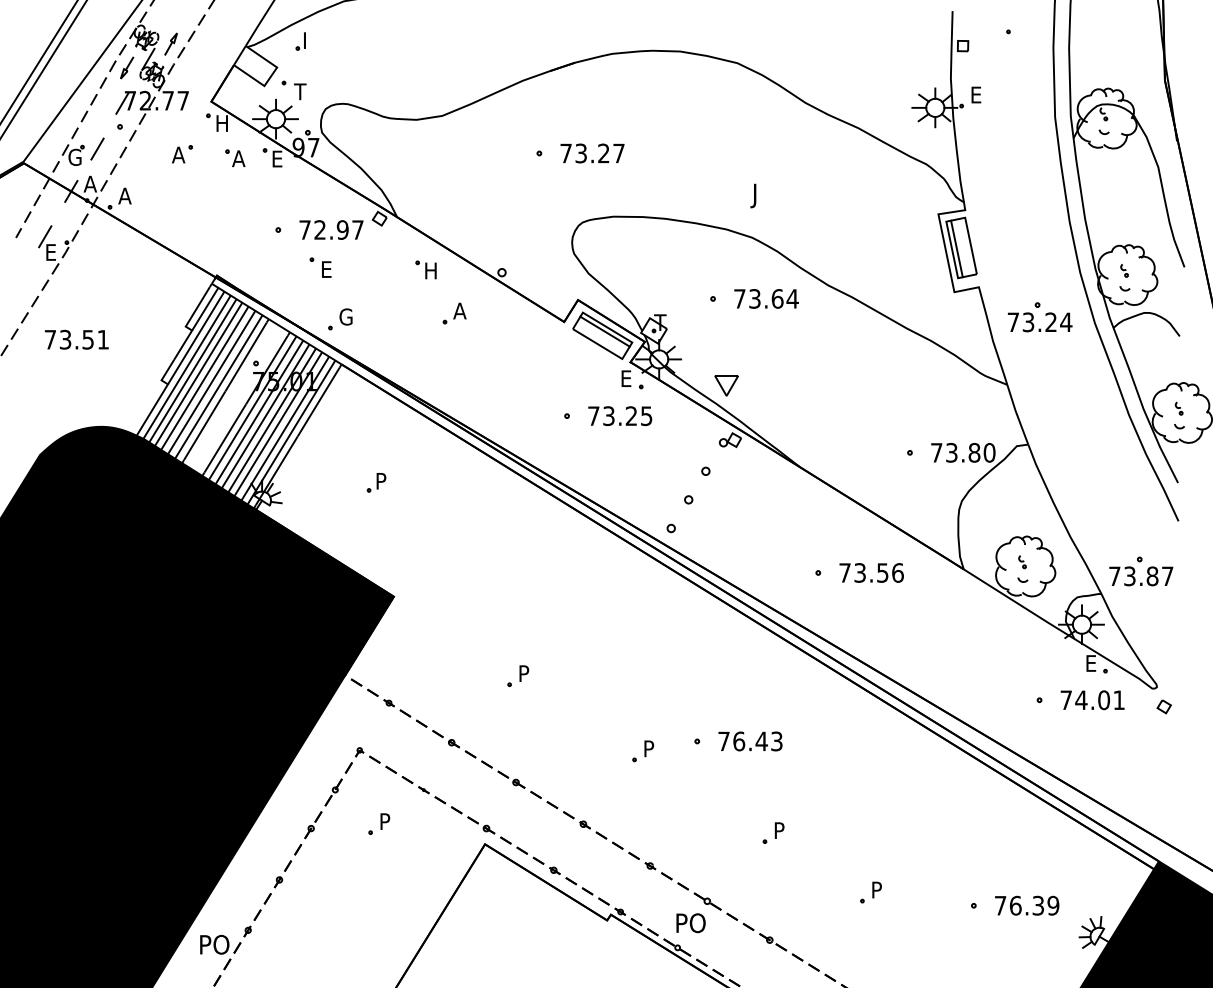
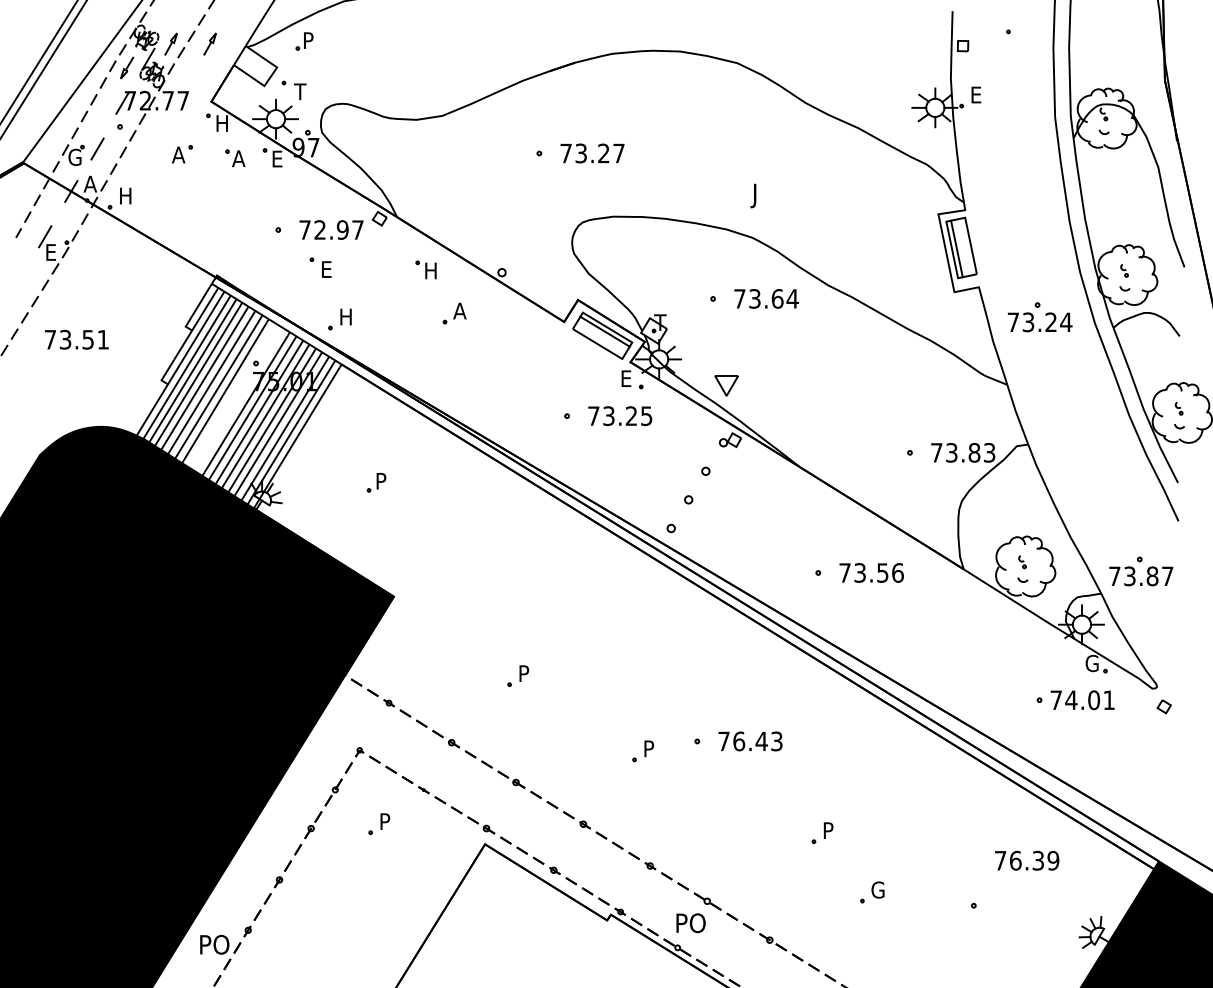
text at (309, 37): I -> P
part at (209, 43): none -> present
text at (124, 195): A -> H
text at (345, 316): G -> H
text at (989, 452): 73.80 -> 73.83
text at (1091, 663): E -> G
text at (1092, 700) position: (1092, 700) -> (1082, 700)
part at (773, 832) position: (773, 832) -> (822, 832)
text at (877, 889): P -> G
text at (1027, 905) position: (1027, 905) -> (1027, 860)
